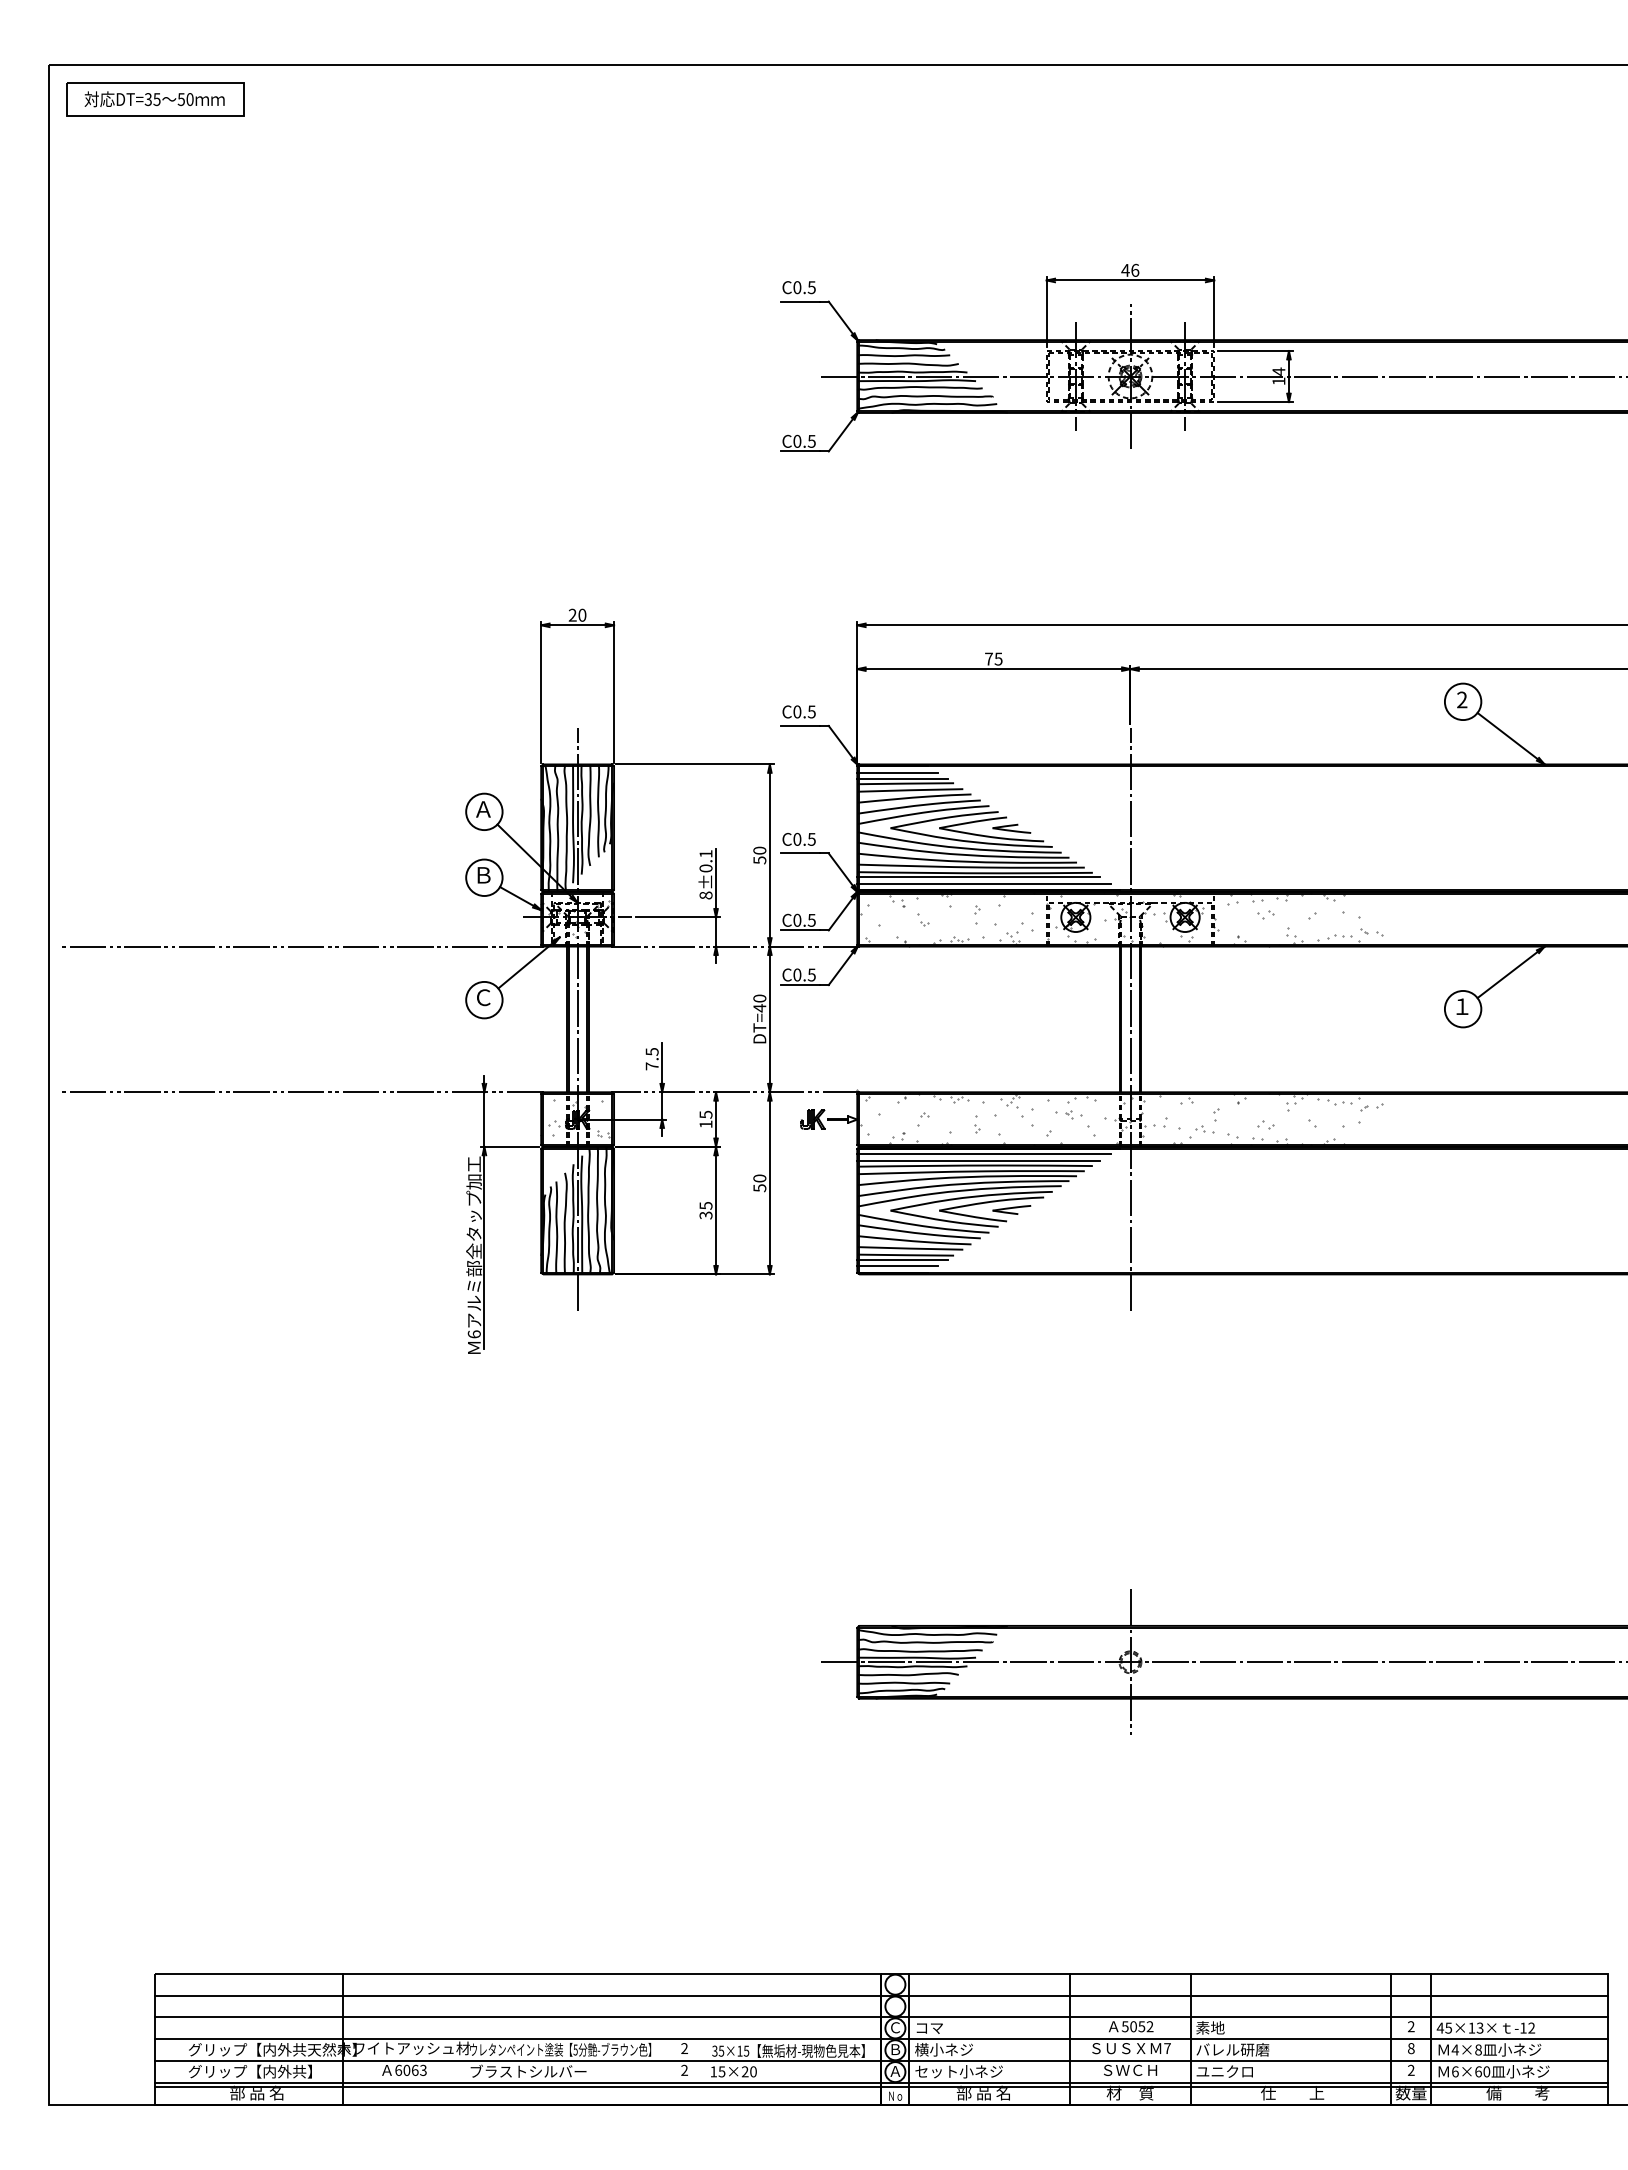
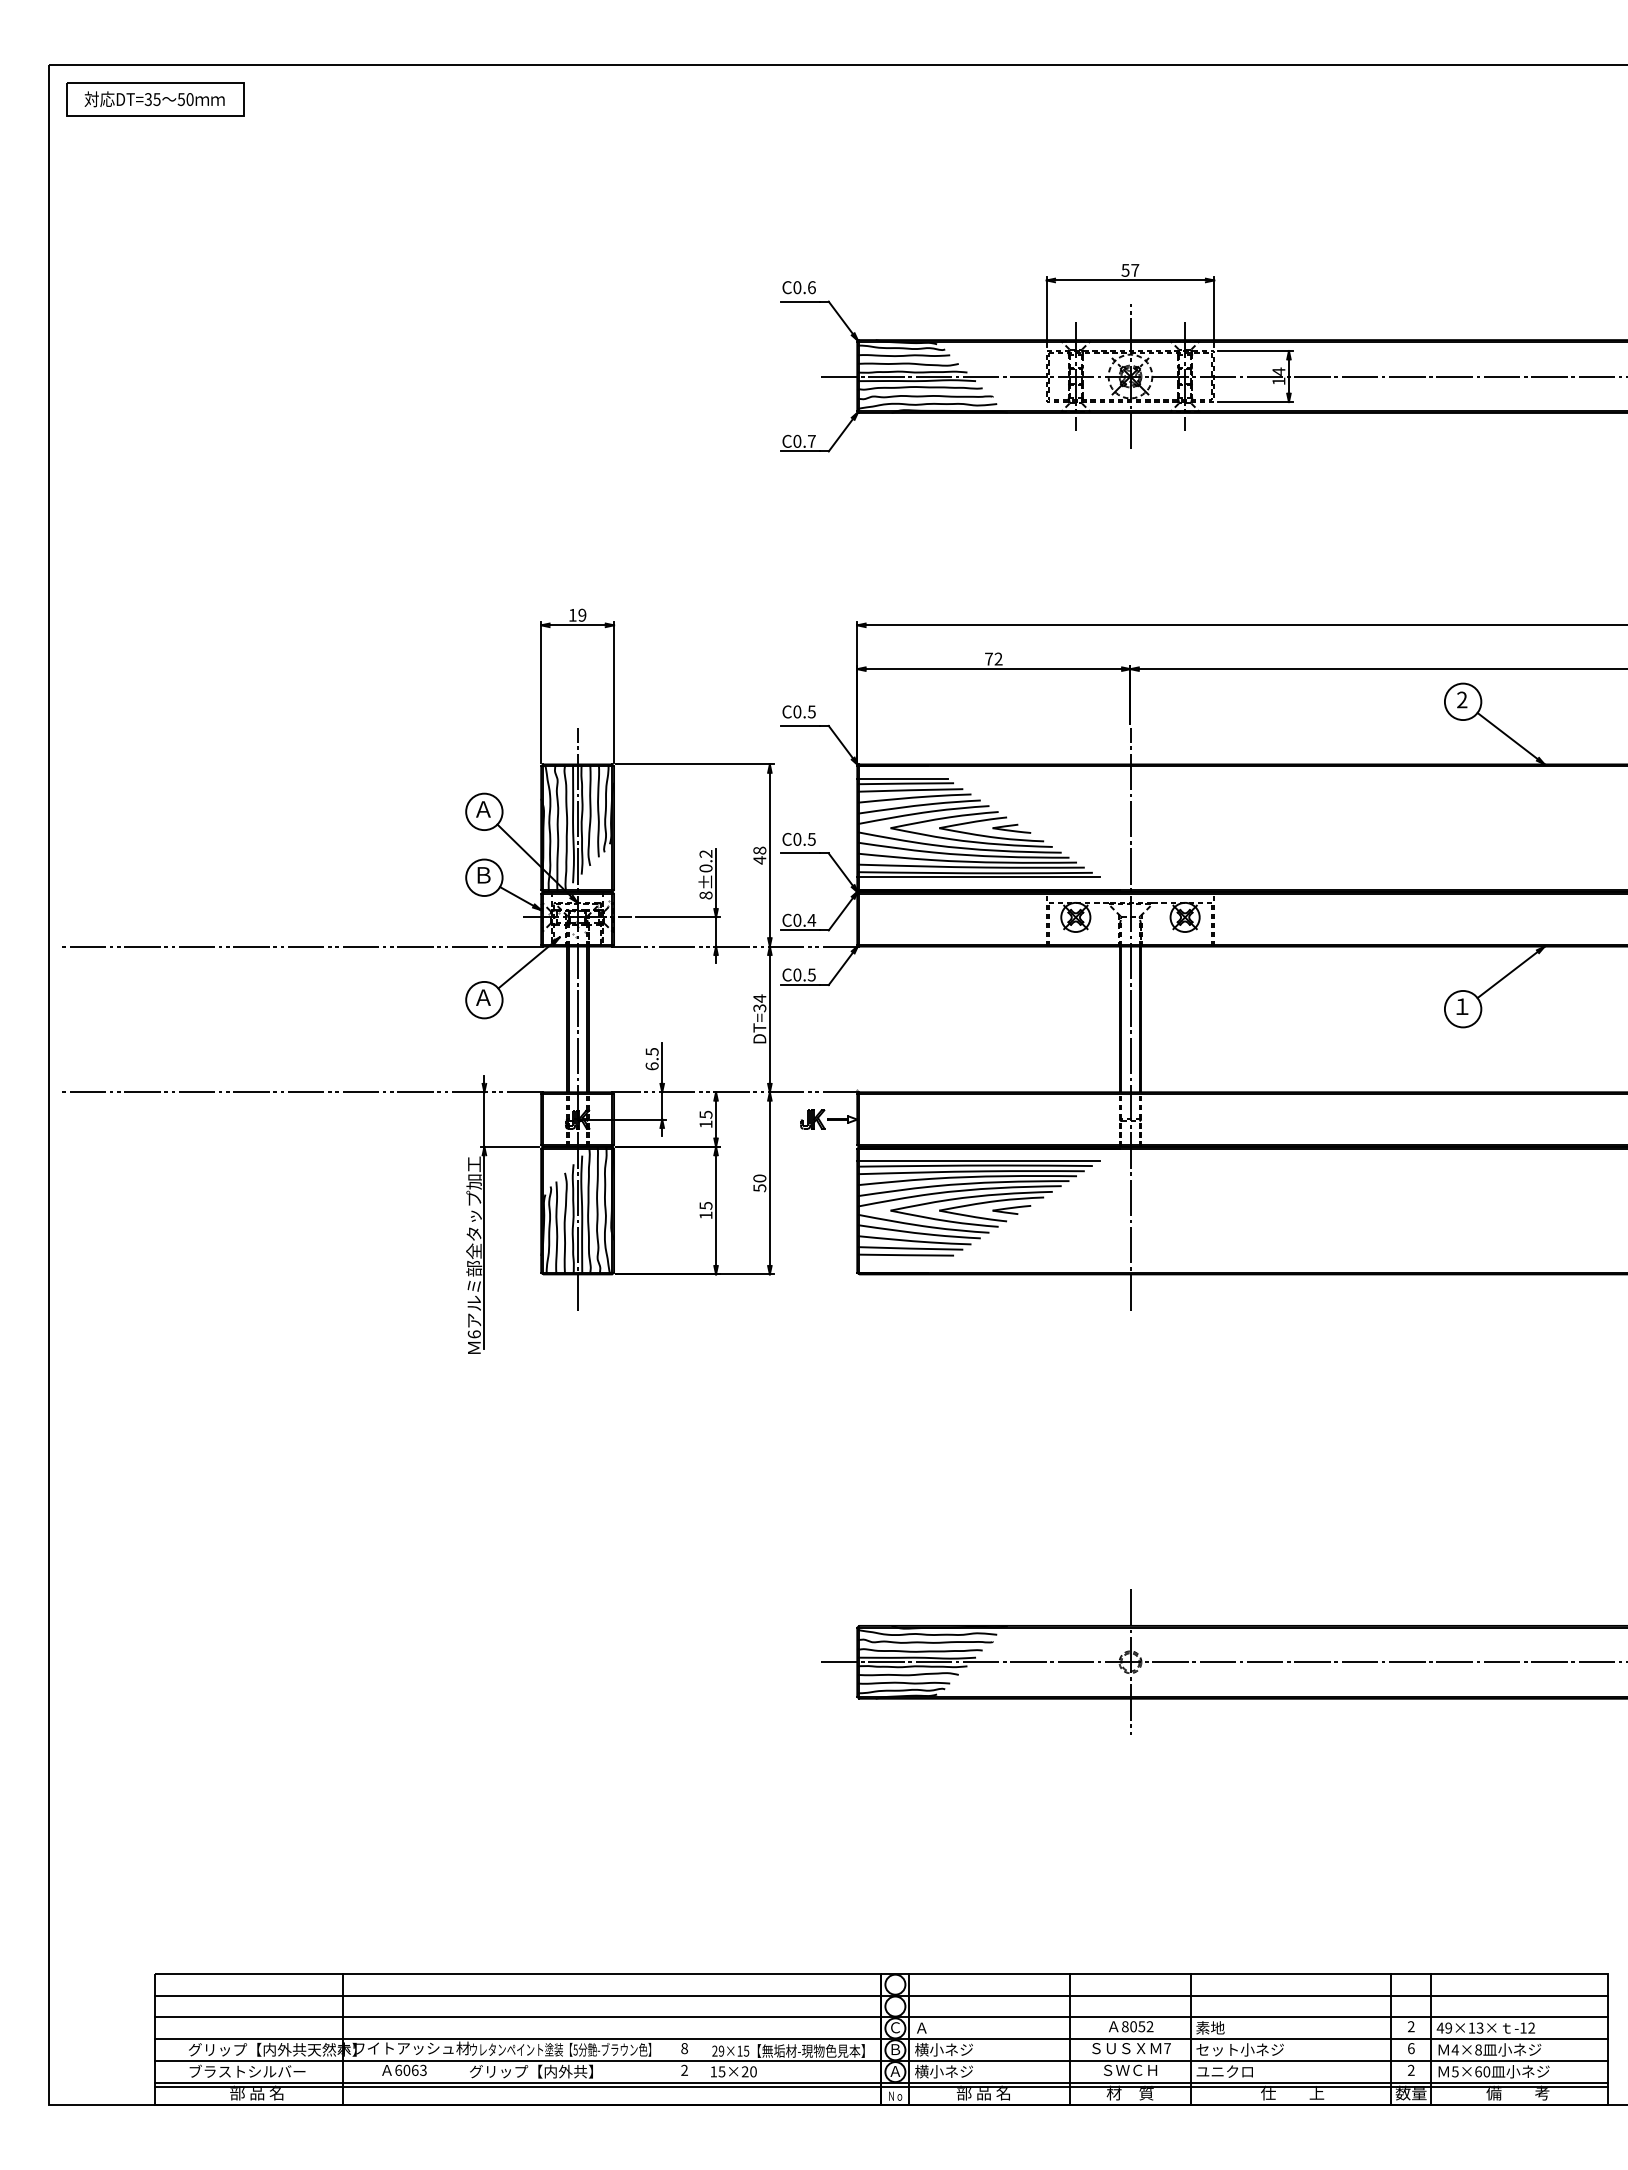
text at (1130, 269): 46 -> 57
text at (811, 287): C0.5 -> C0.6
text at (811, 441): C0.5 -> C0.7
text at (577, 614): 20 -> 19
text at (998, 658): 75 -> 72
line at (897, 772): present -> none
text at (705, 853): 8±0.1 -> 8±0.2
text at (759, 855): 50 -> 48
line at (983, 884): present -> none
hatch at (1121, 919): present -> none
text at (811, 920): C0.5 -> C0.4
text at (483, 997): Ｃ -> Ａ
text at (759, 1003): DT=40 -> DT=34
text at (651, 1066): 7.5 -> 6.5
hatch at (575, 1118): present -> none
hatch at (1121, 1119): present -> none
line at (983, 1154): present -> none
text at (705, 1215): 35 -> 15
line at (902, 1259): present -> none
line at (897, 1265): present -> none
text at (1125, 2026): 5052 -> 8052
text at (929, 2027): コマ -> Ａ
text at (1448, 2027): 45×13× -> 49×13×
text at (684, 2048): 2 -> 8
text at (1411, 2048): 8 -> 6
text at (1239, 2049): バレル研磨 -> セット小ネジ
text at (718, 2050): 35×15 -> 29×15
text at (250, 2071): グリップ【内外共】 -> ブラストシルバー
text at (531, 2071): ブラストシルバー -> グリップ【内外共】
text at (958, 2071): セット小ネジ -> 横小ネジ
text at (1455, 2071): 6×60 -> 5×60
